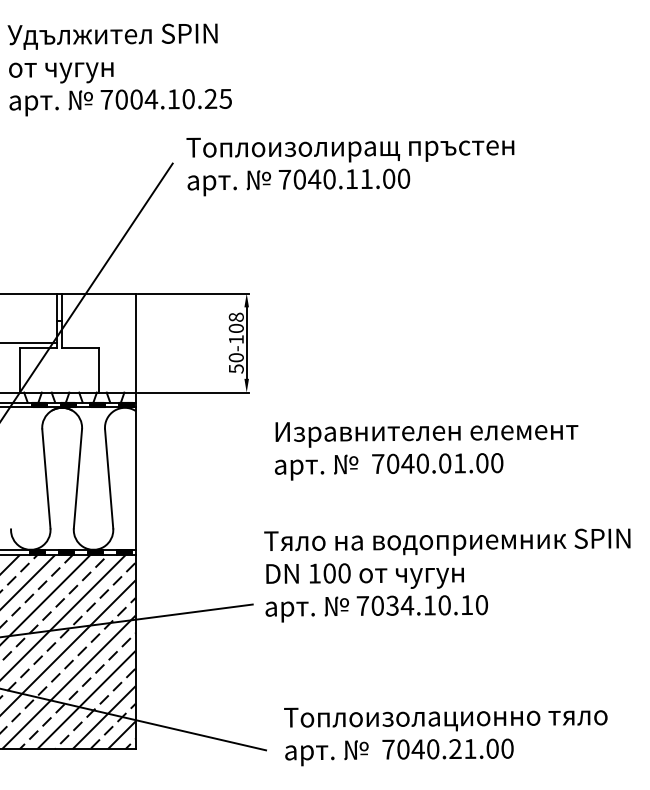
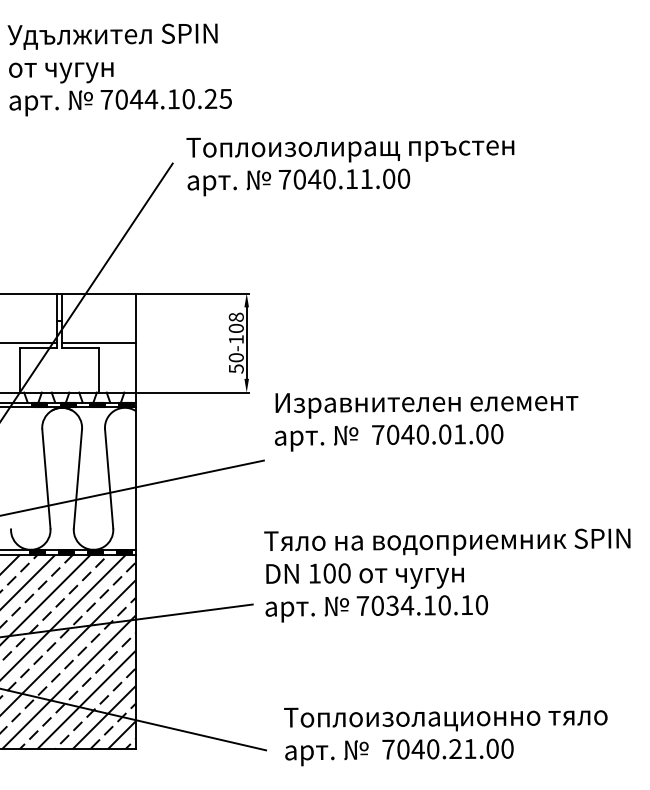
text at (136, 99): 7004.10.25 -> 7044.10.25
line at (98, 342): none -> present
text at (426, 451) position: (426, 451) -> (426, 422)
line at (132, 487): none -> present
